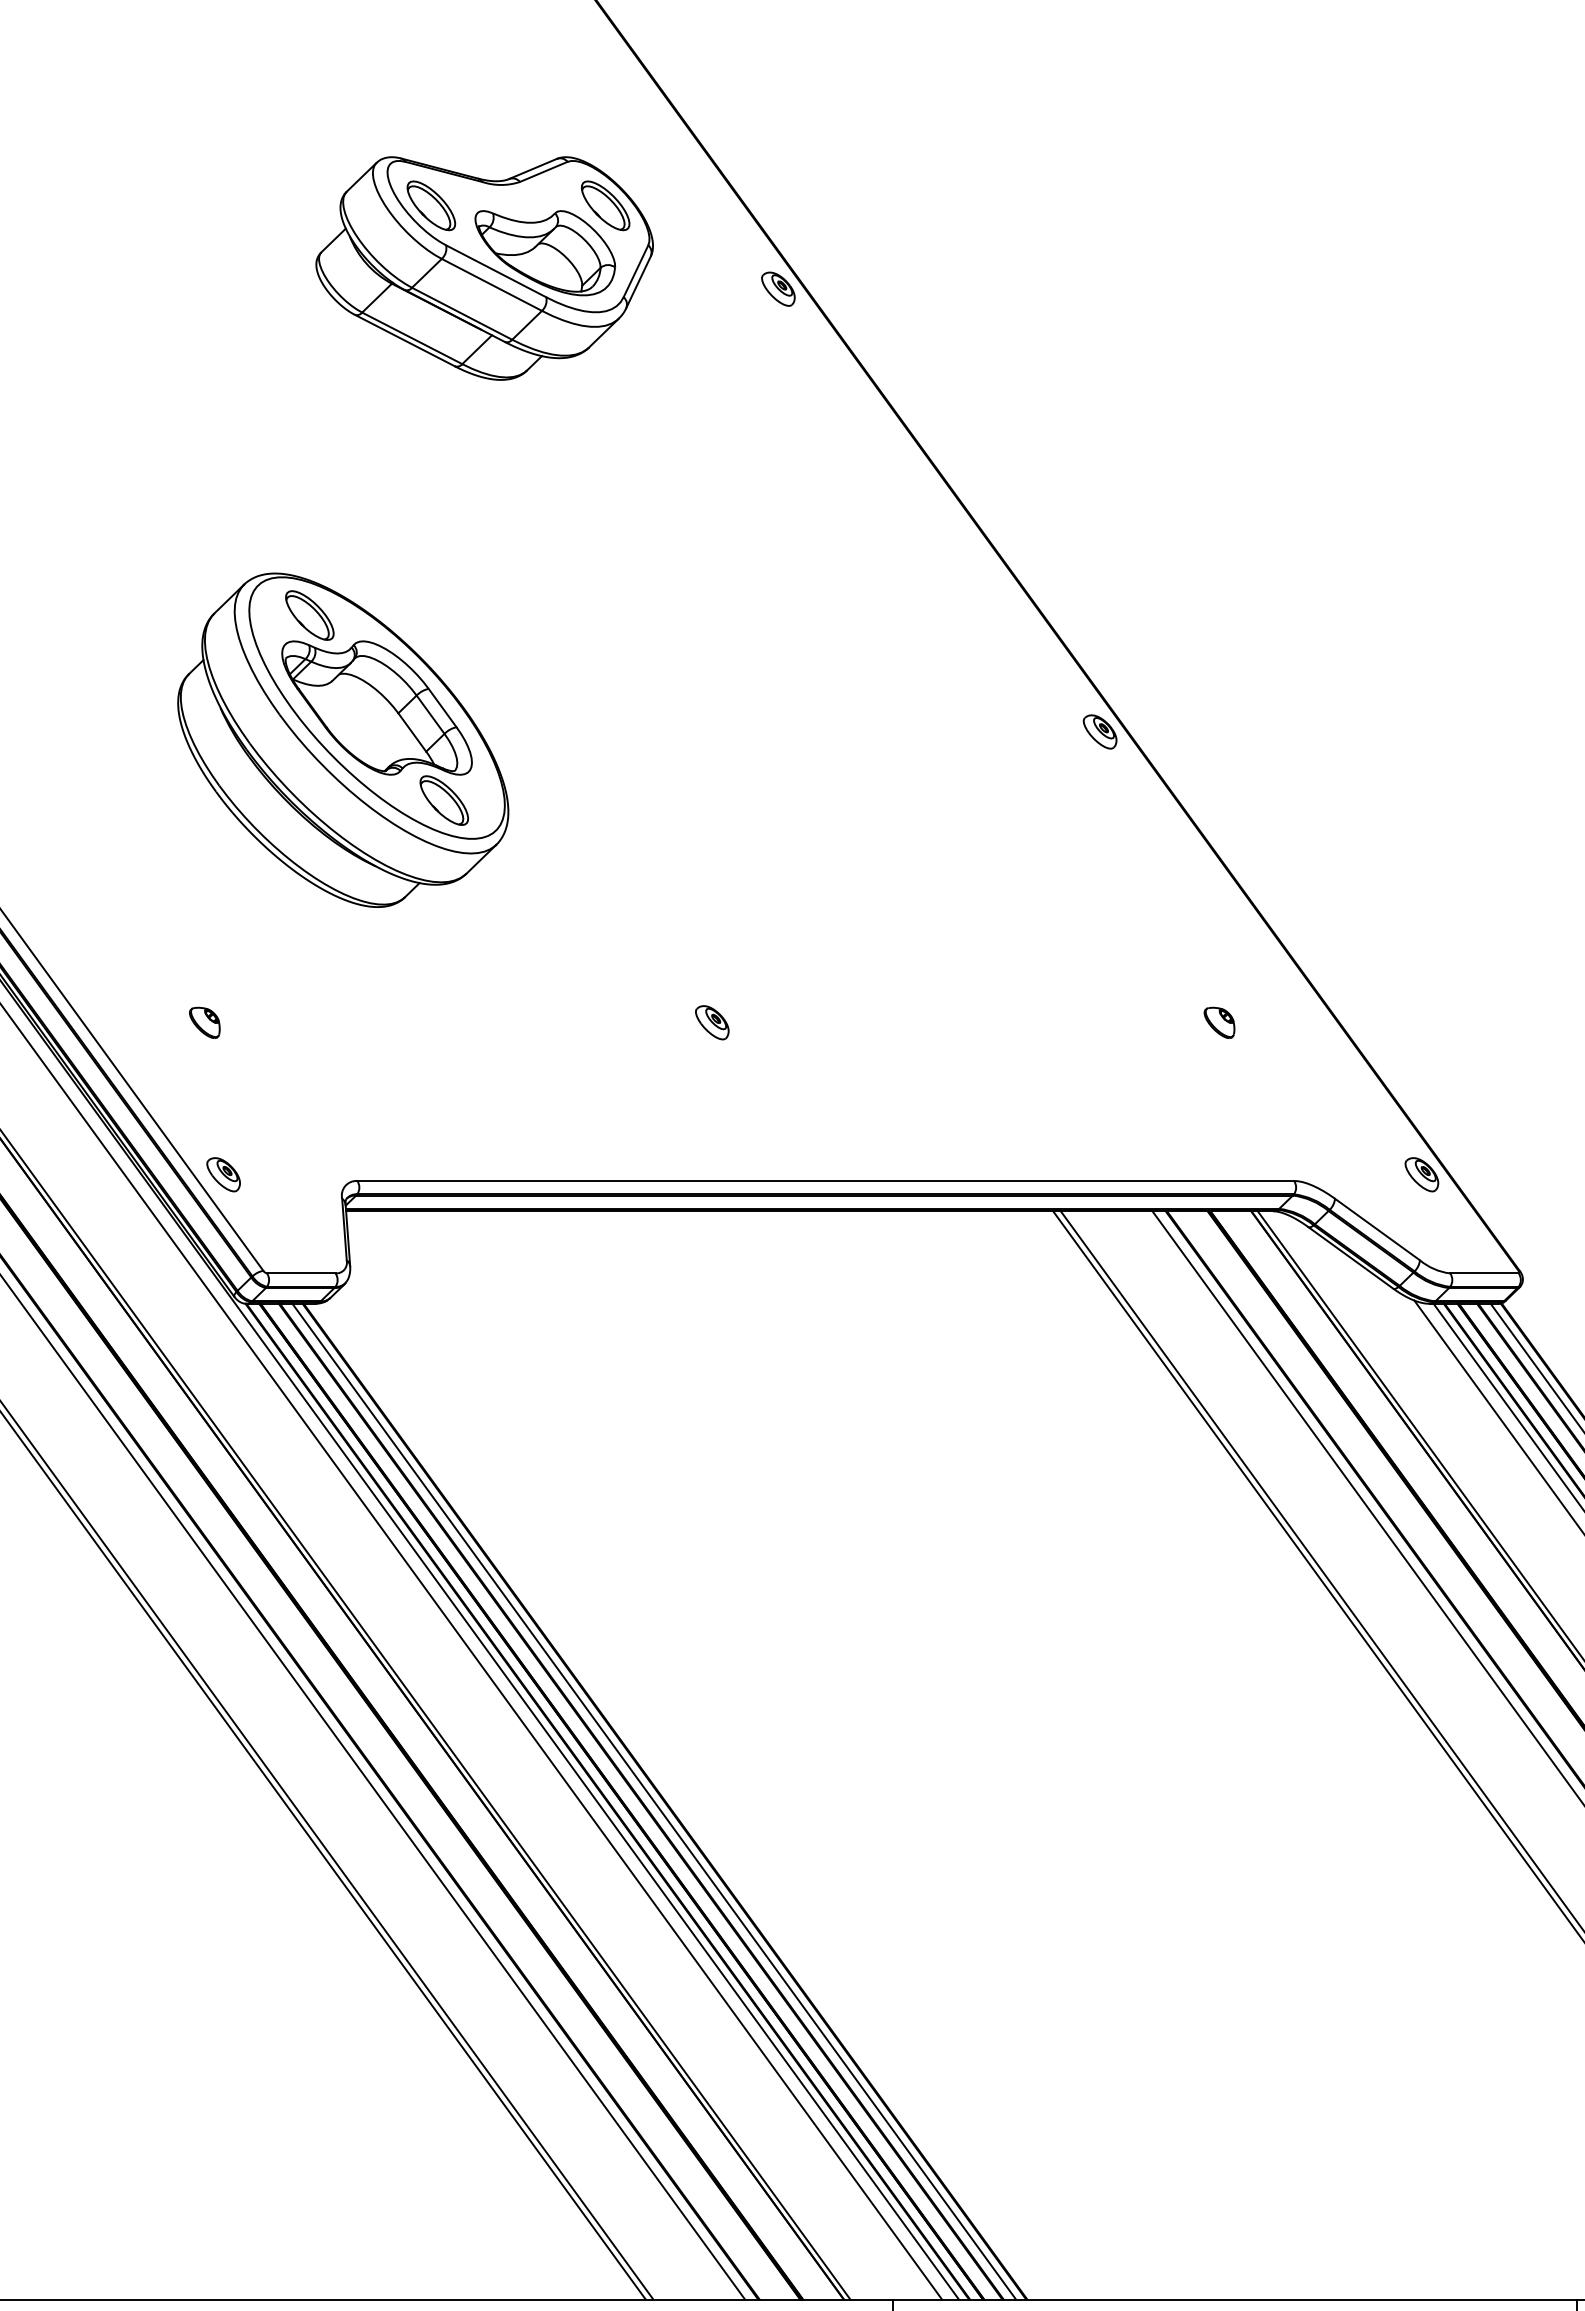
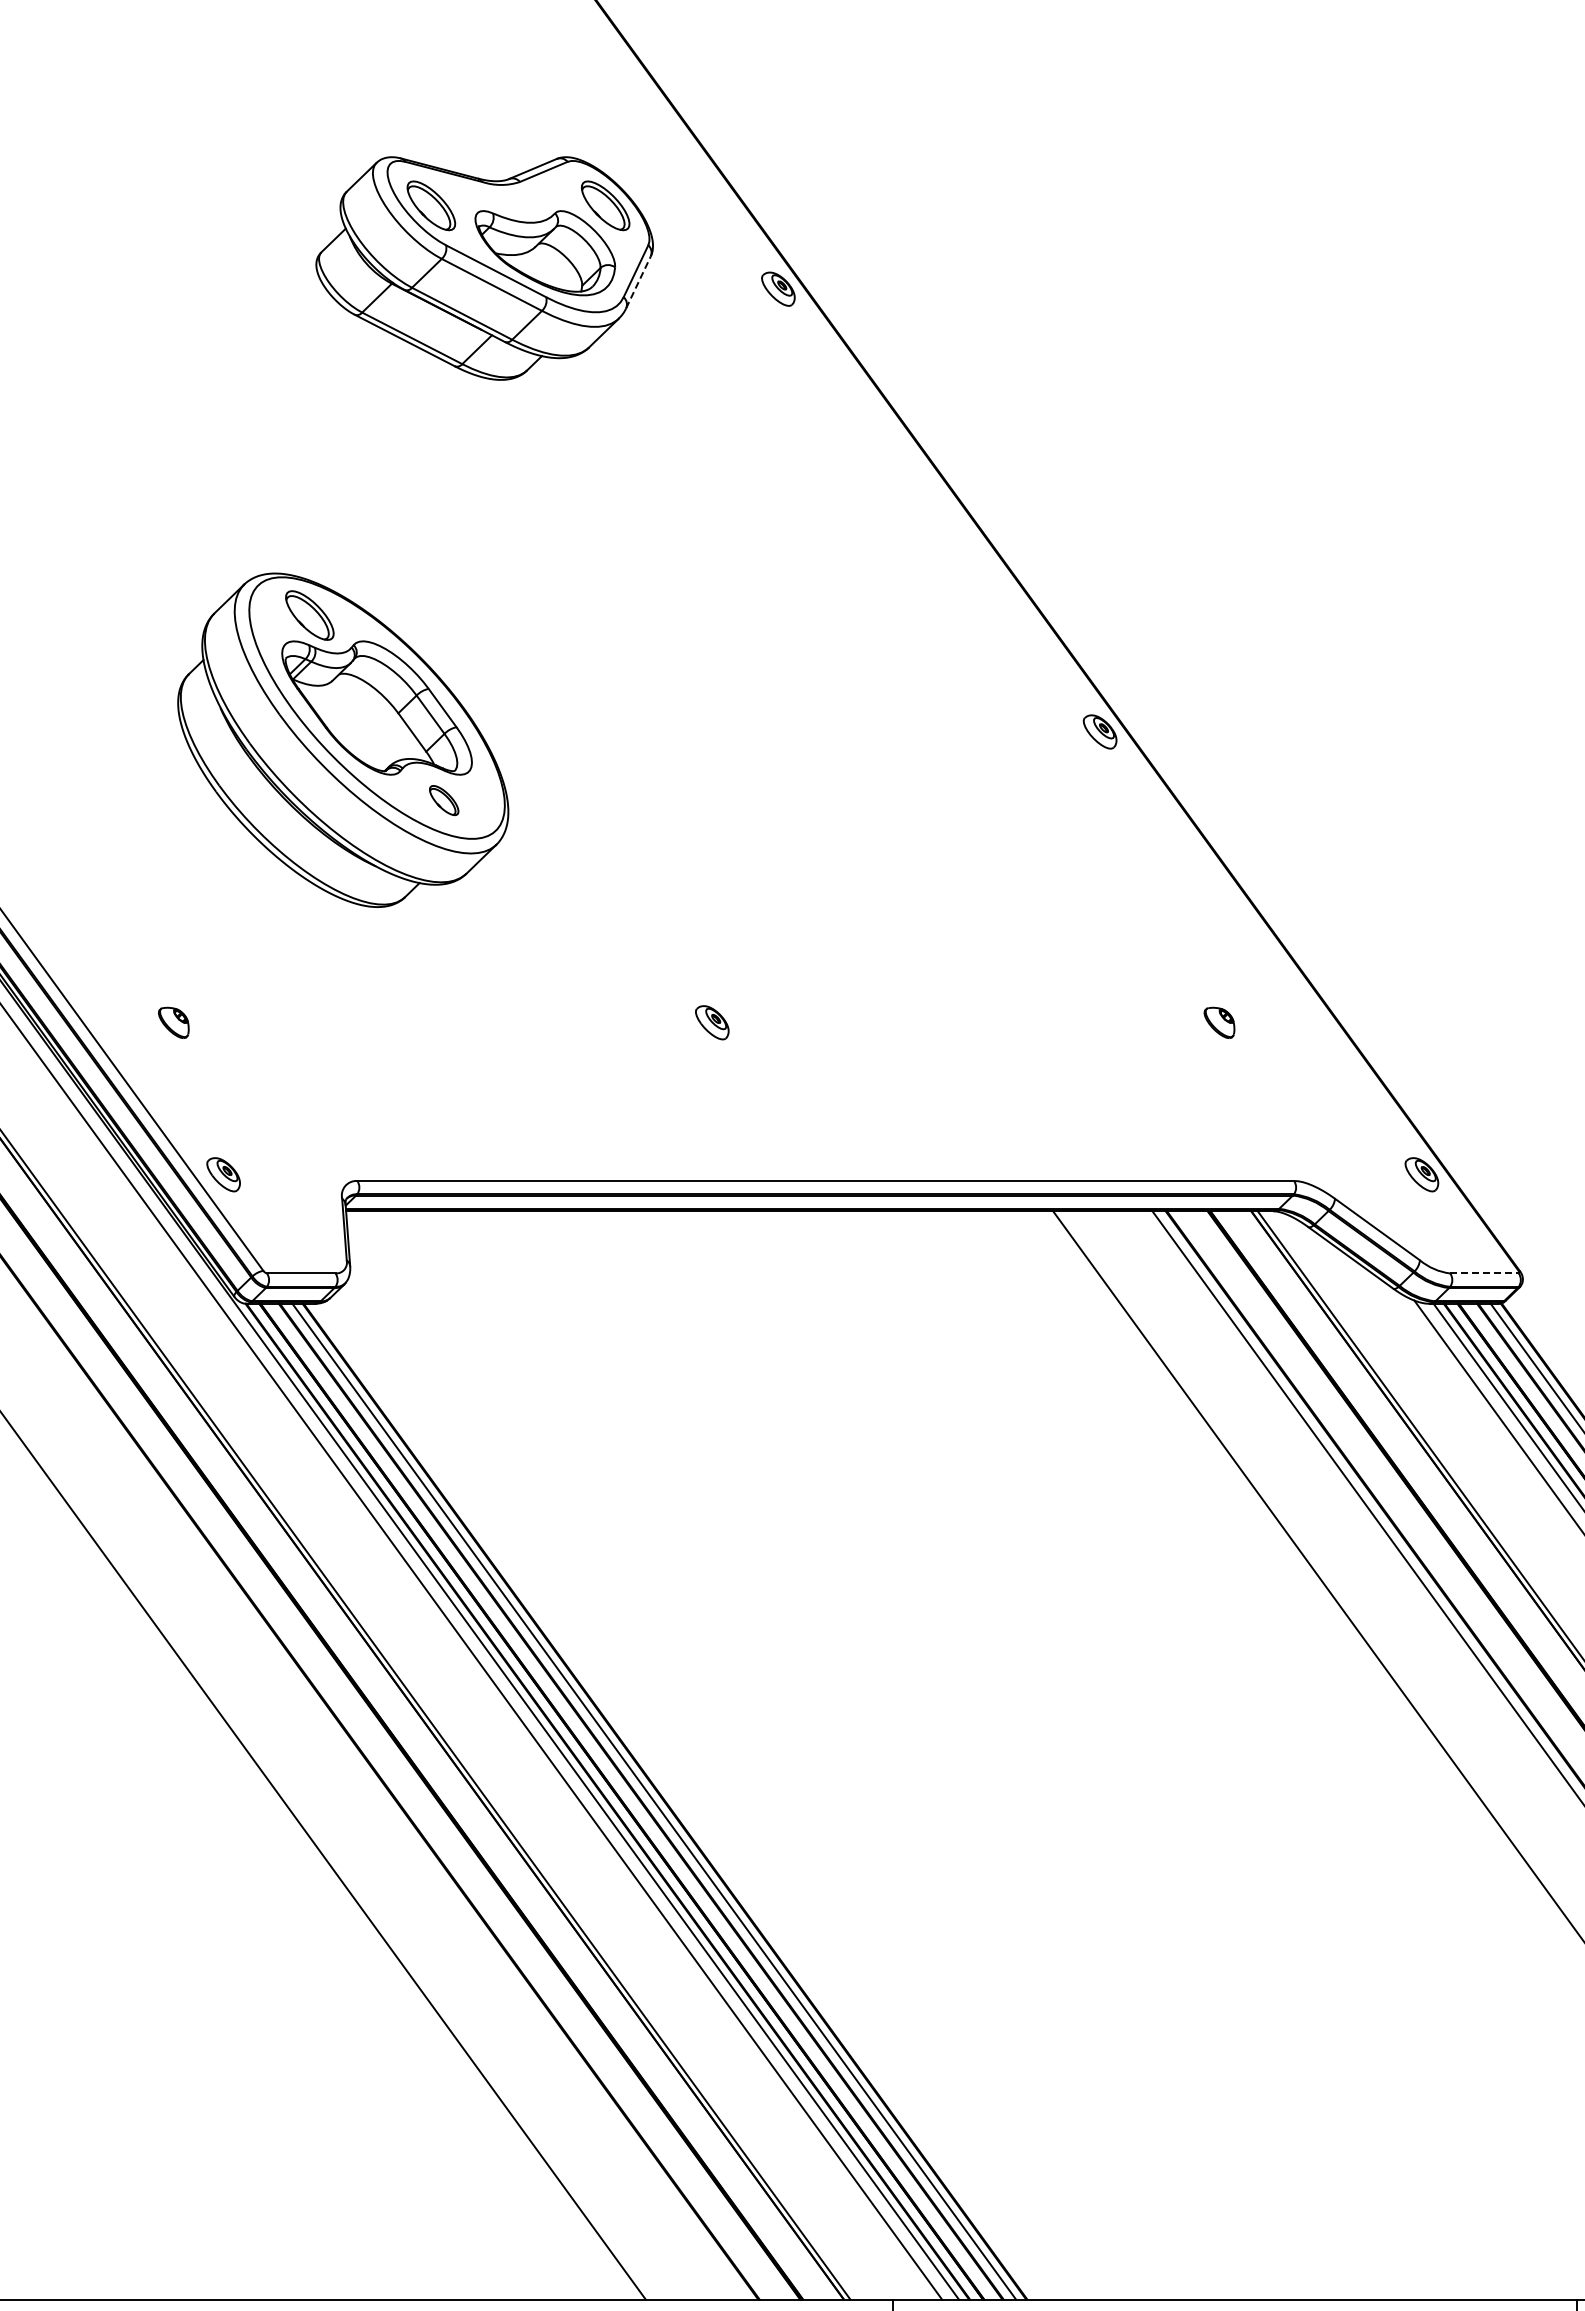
line at (638, 282): solid -> dashed
part at (443, 800) size: 50x51 px -> 31x32 px
part at (204, 1022) position: (204, 1022) -> (173, 1022)
line at (1485, 1273): solid -> dashed
line at (1320, 1569): present -> none
line at (373, 1788): present -> none
line at (327, 1851): present -> none
